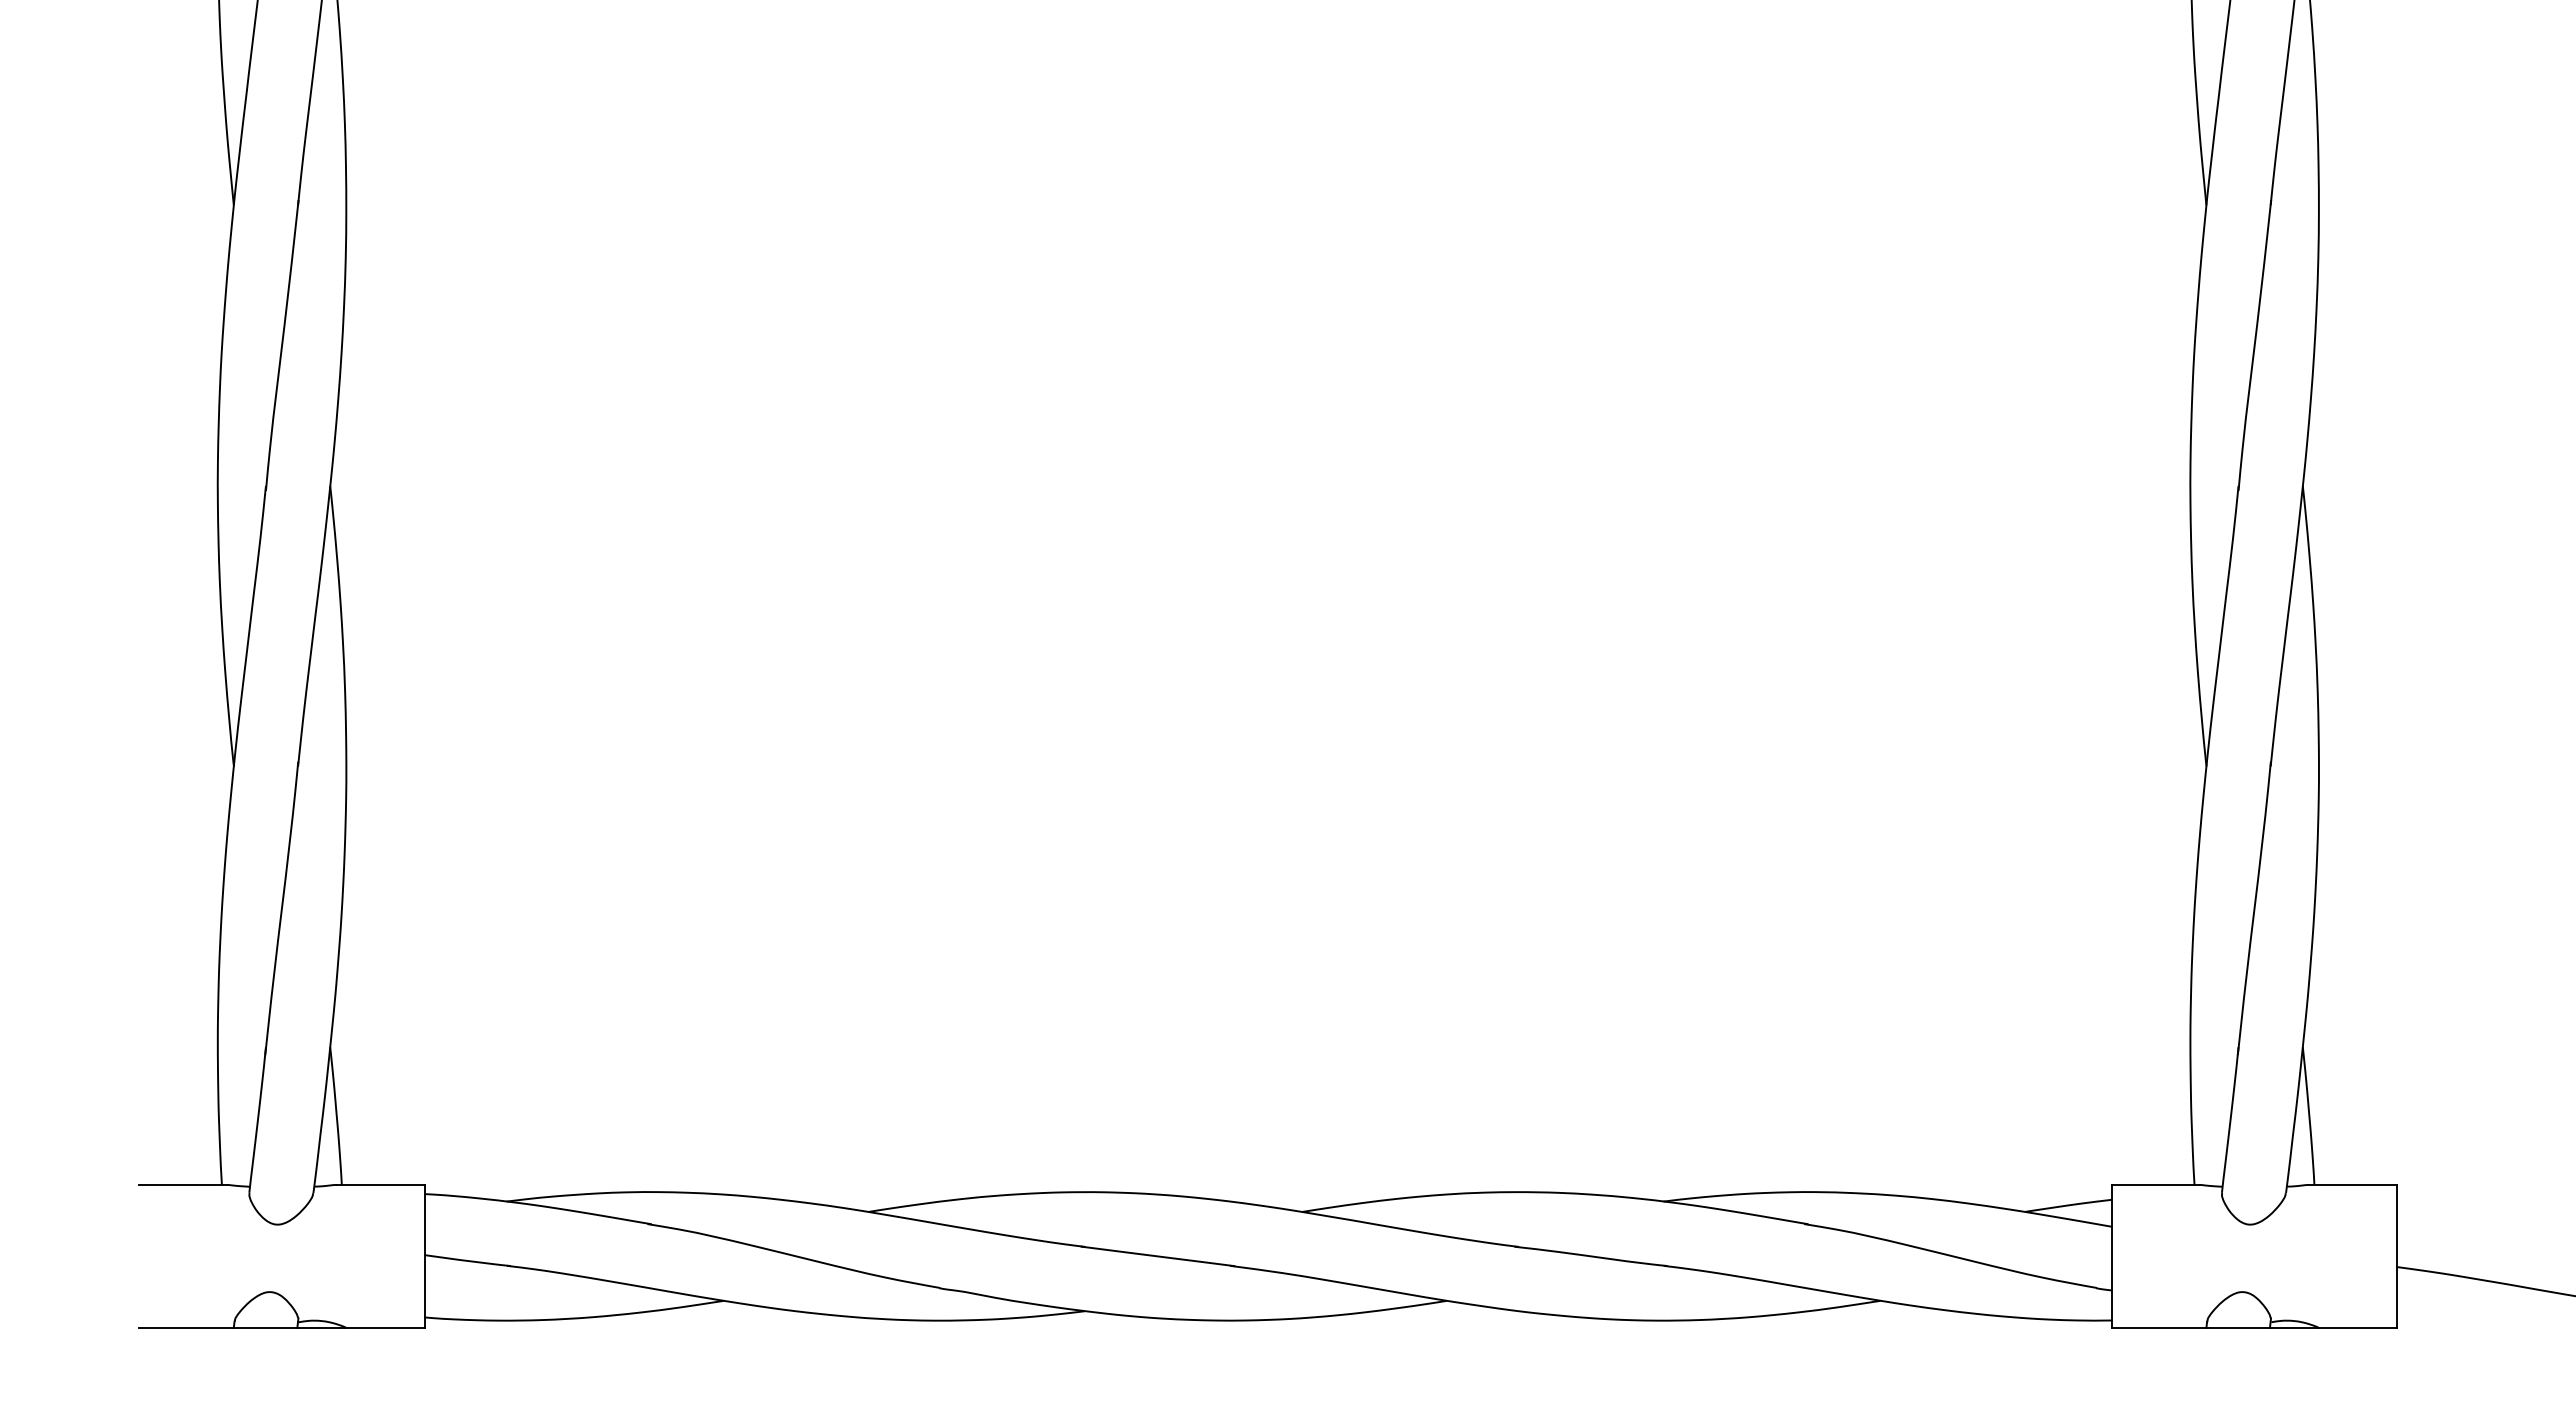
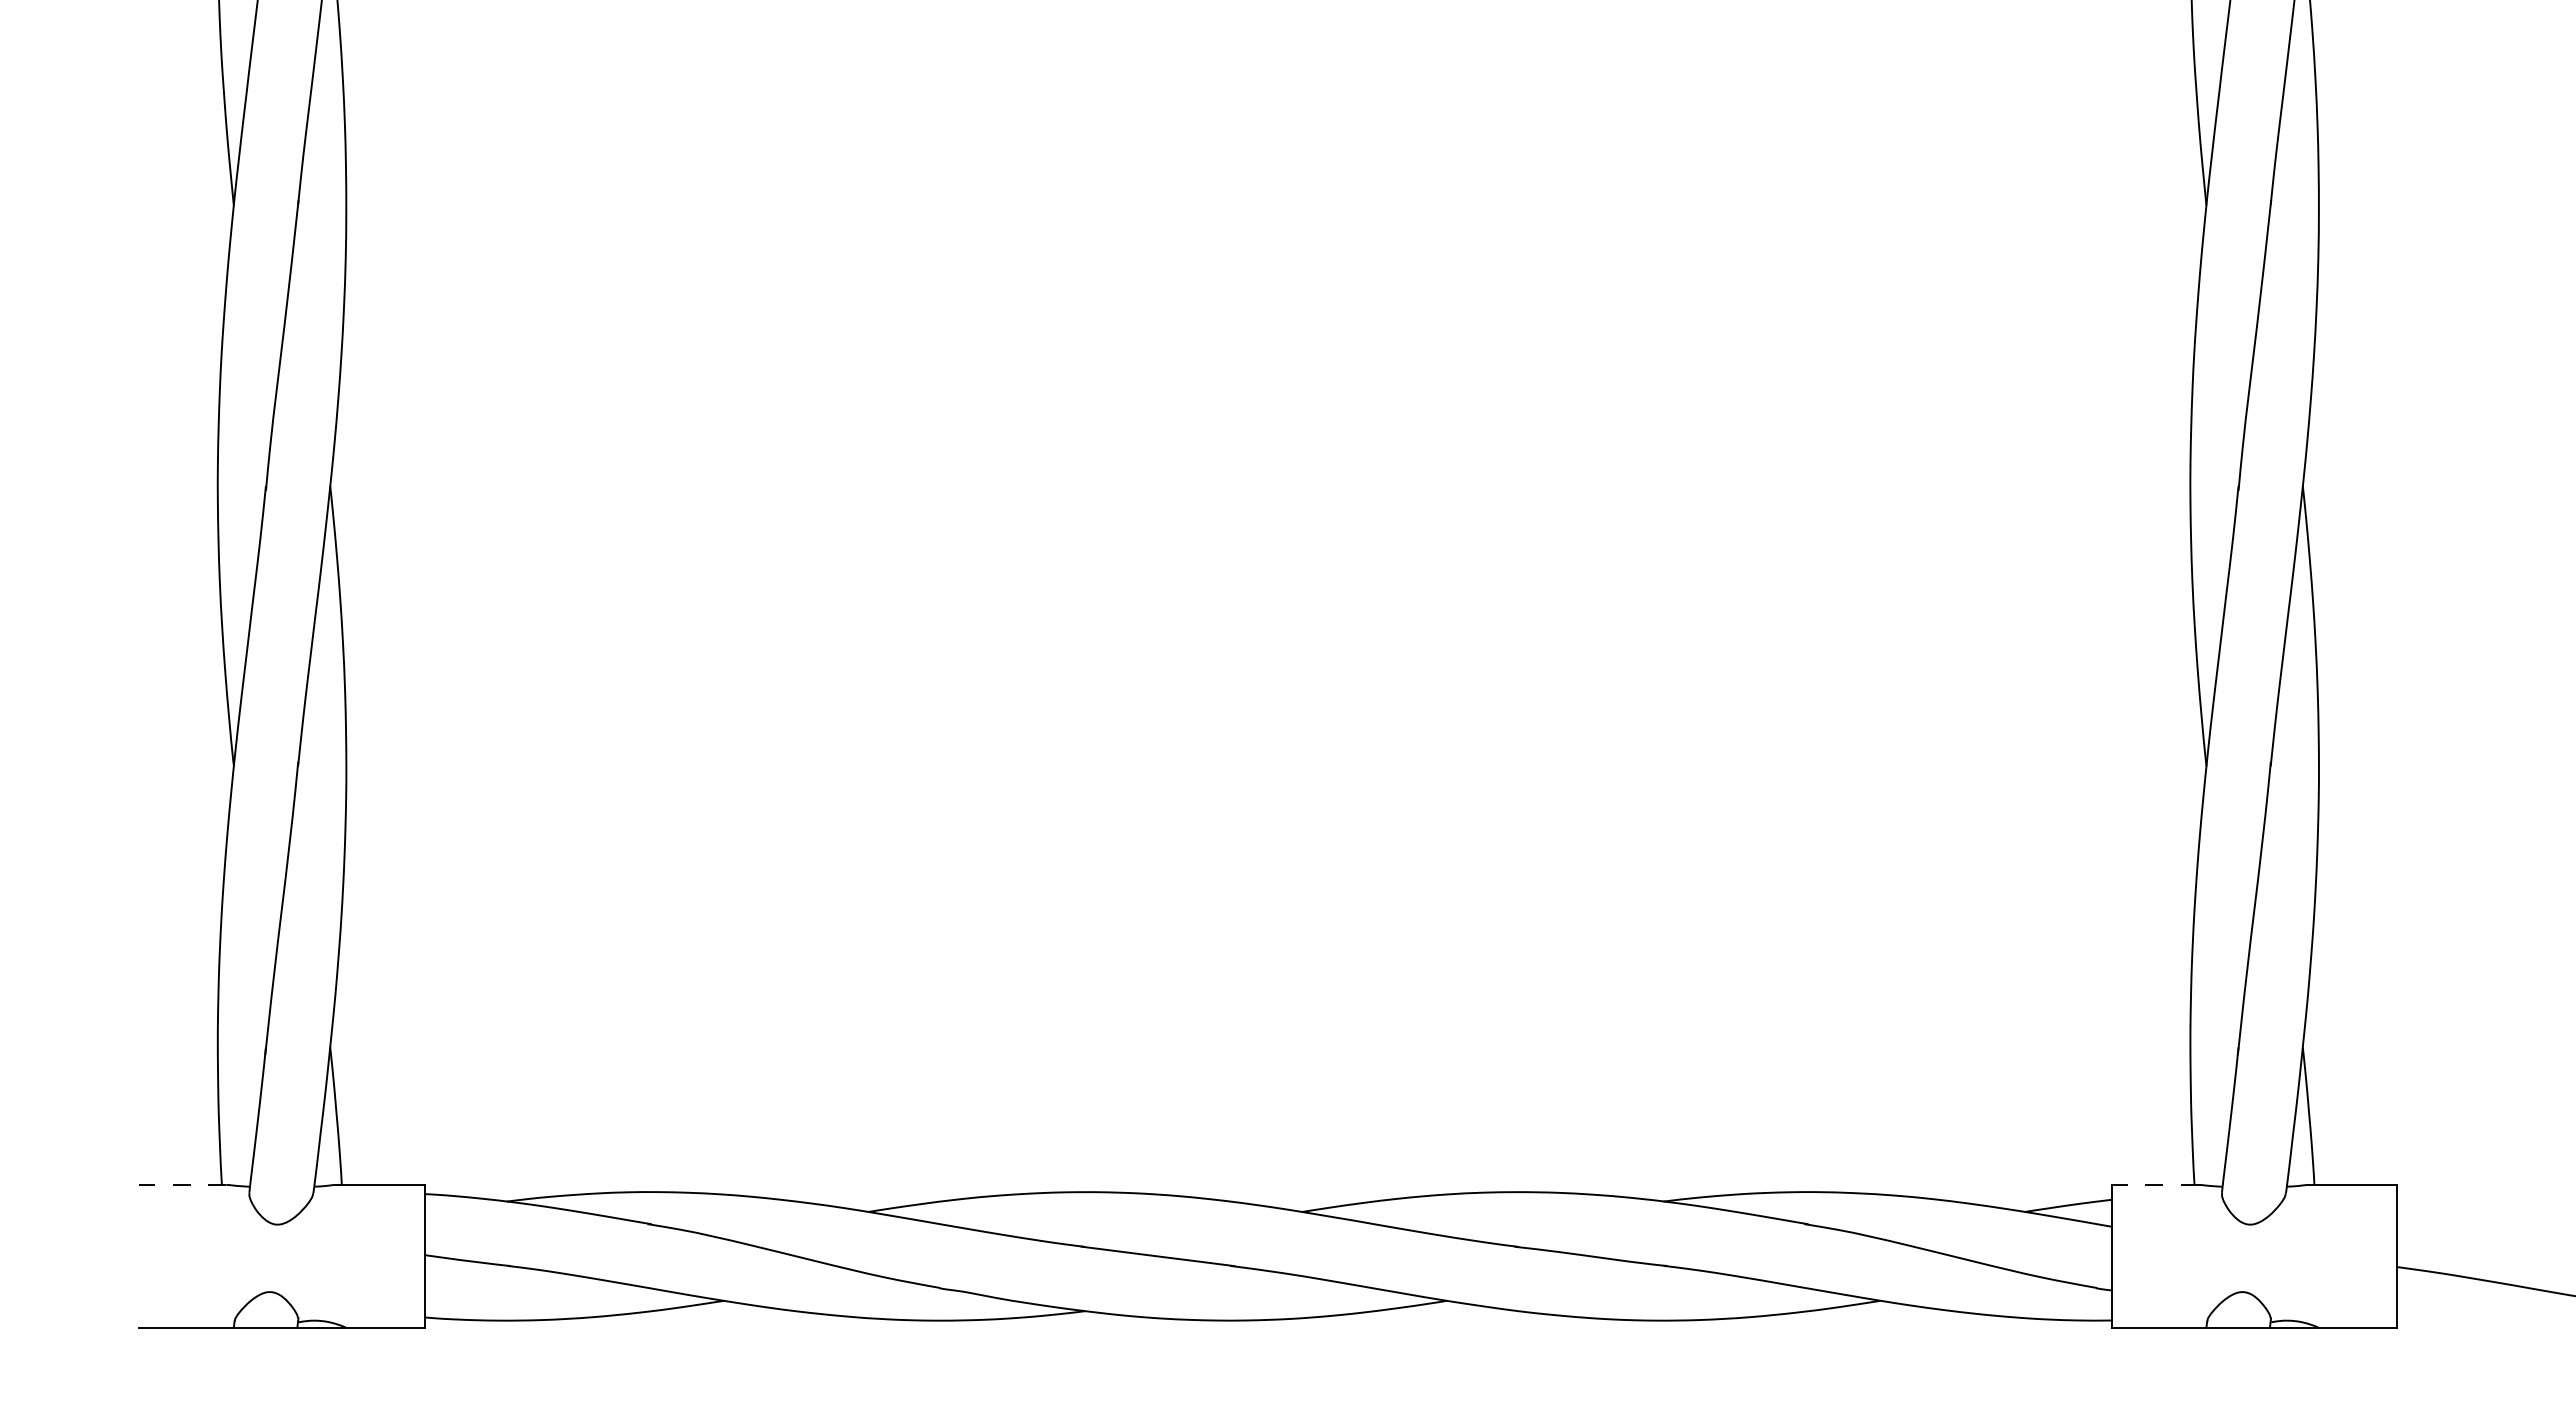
line at (182, 1184): solid -> dashed
line at (2155, 1184): solid -> dashed
